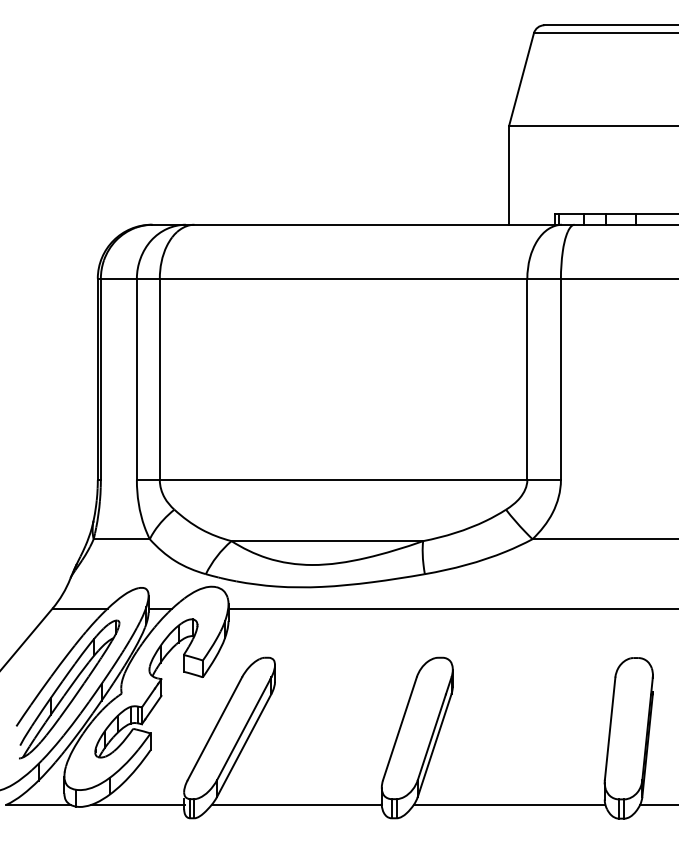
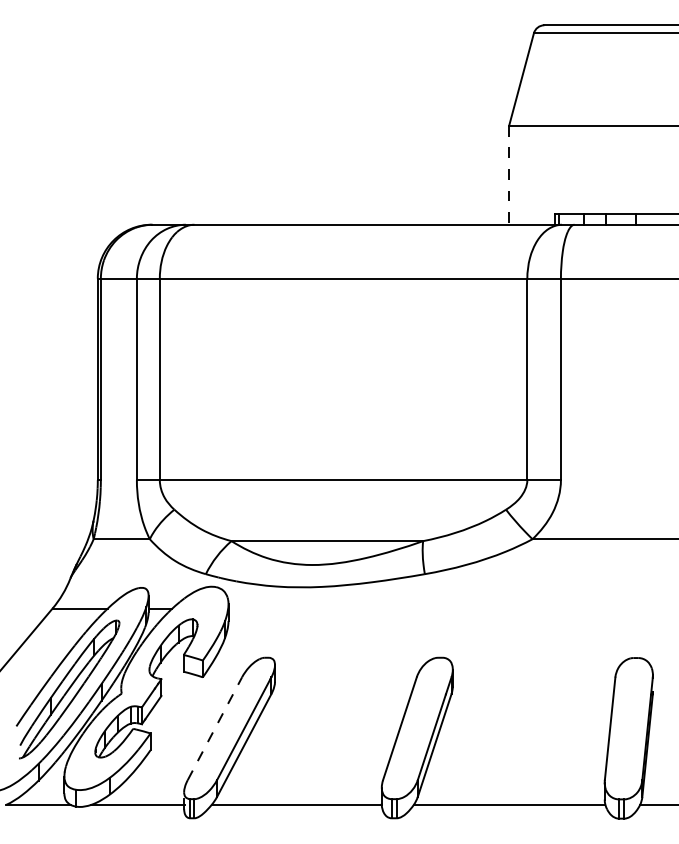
line at (509, 175): solid -> dashed
line at (451, 608): present -> none
line at (215, 728): solid -> dashed
